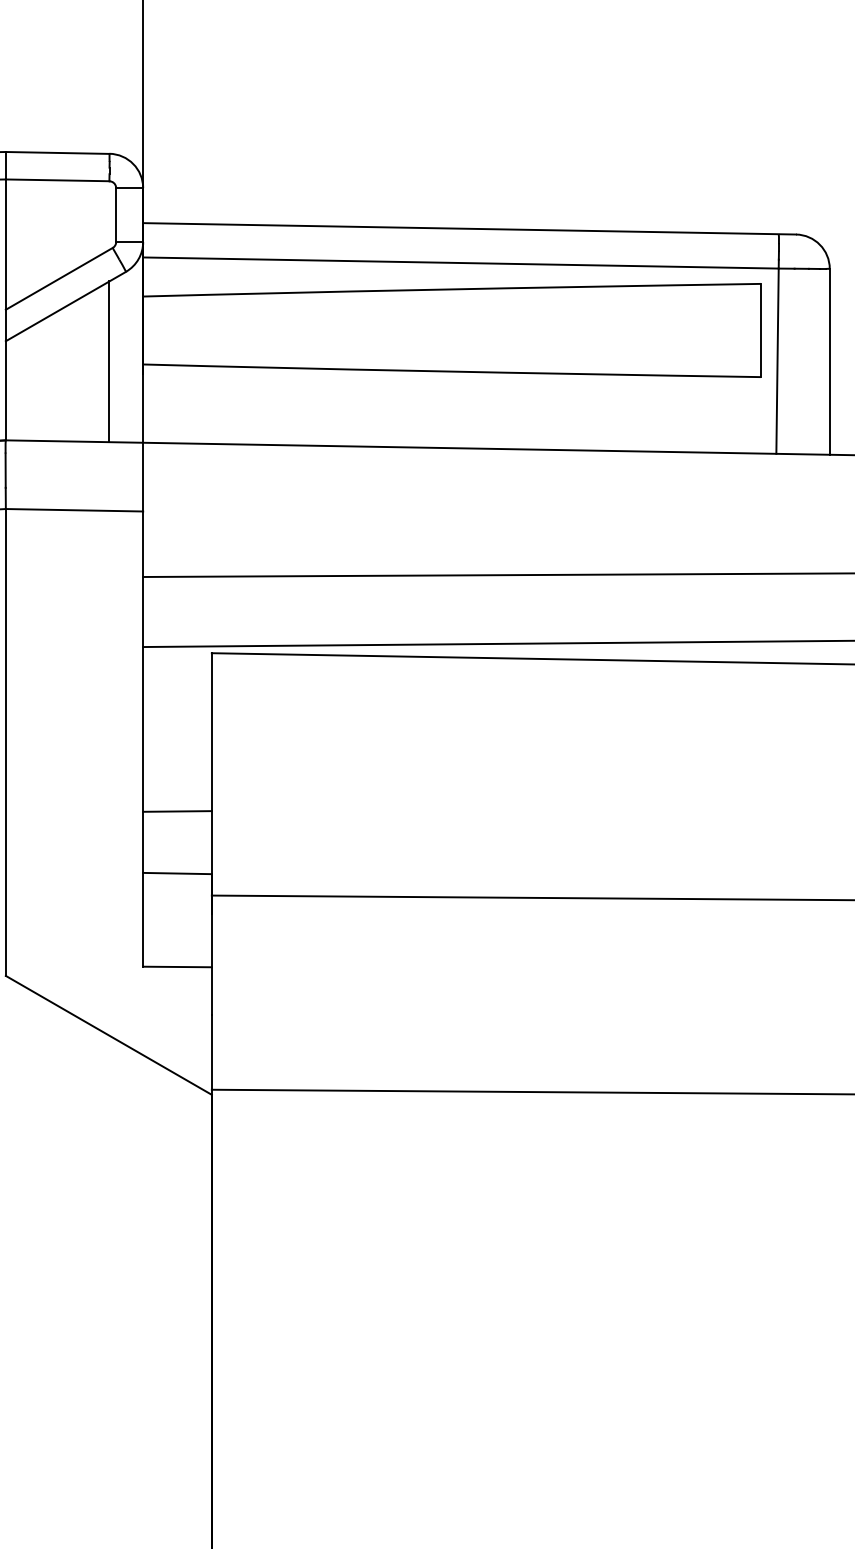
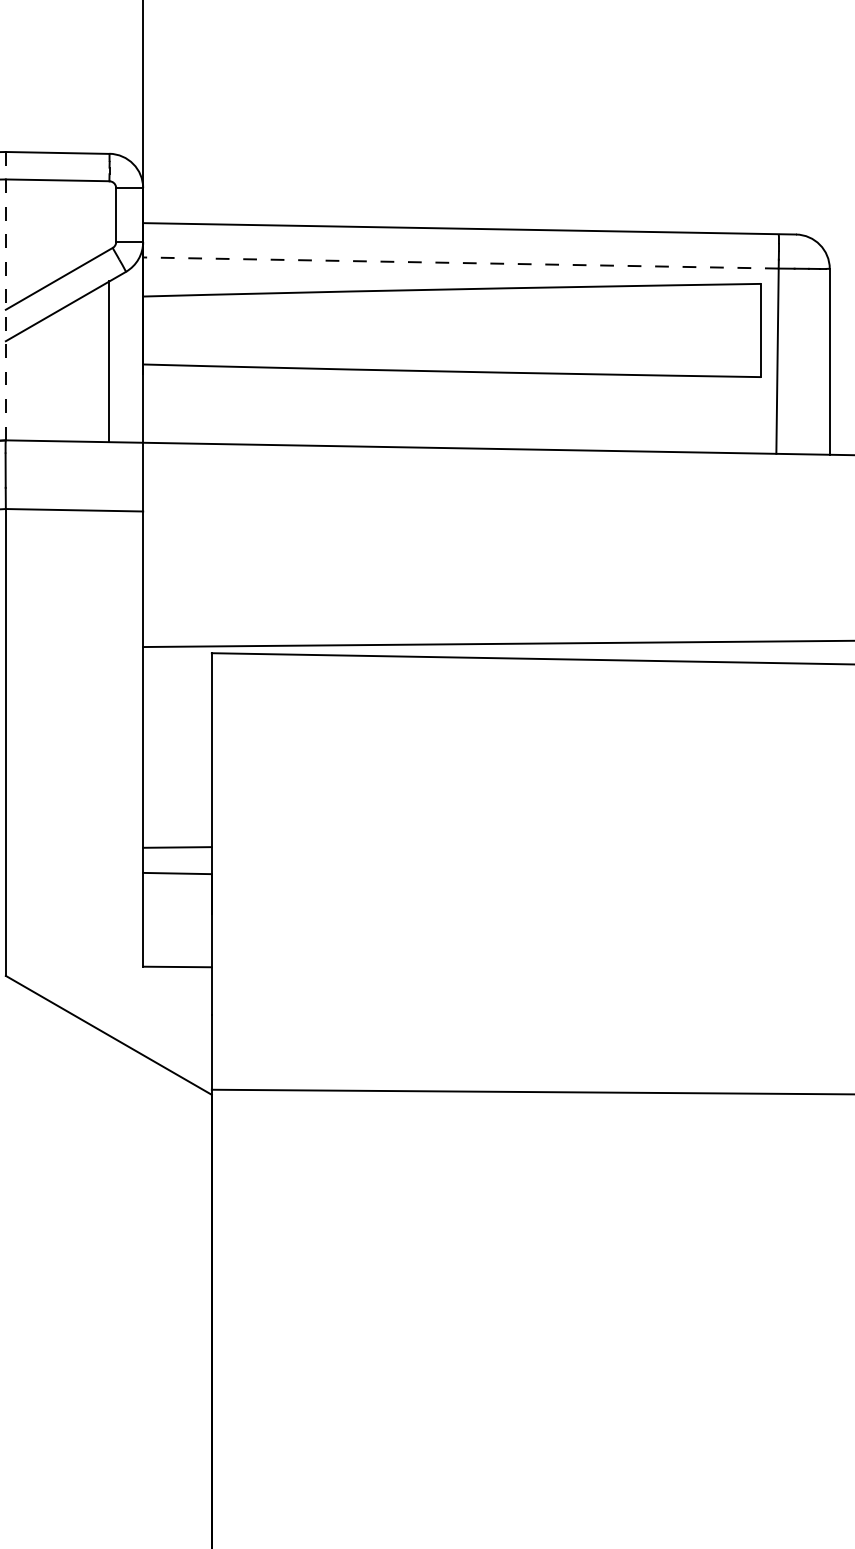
line at (460, 263): solid -> dashed
line at (5, 295): solid -> dashed
line at (497, 575): present -> none
line at (177, 811) position: (177, 811) -> (177, 847)
line at (531, 897): present -> none
